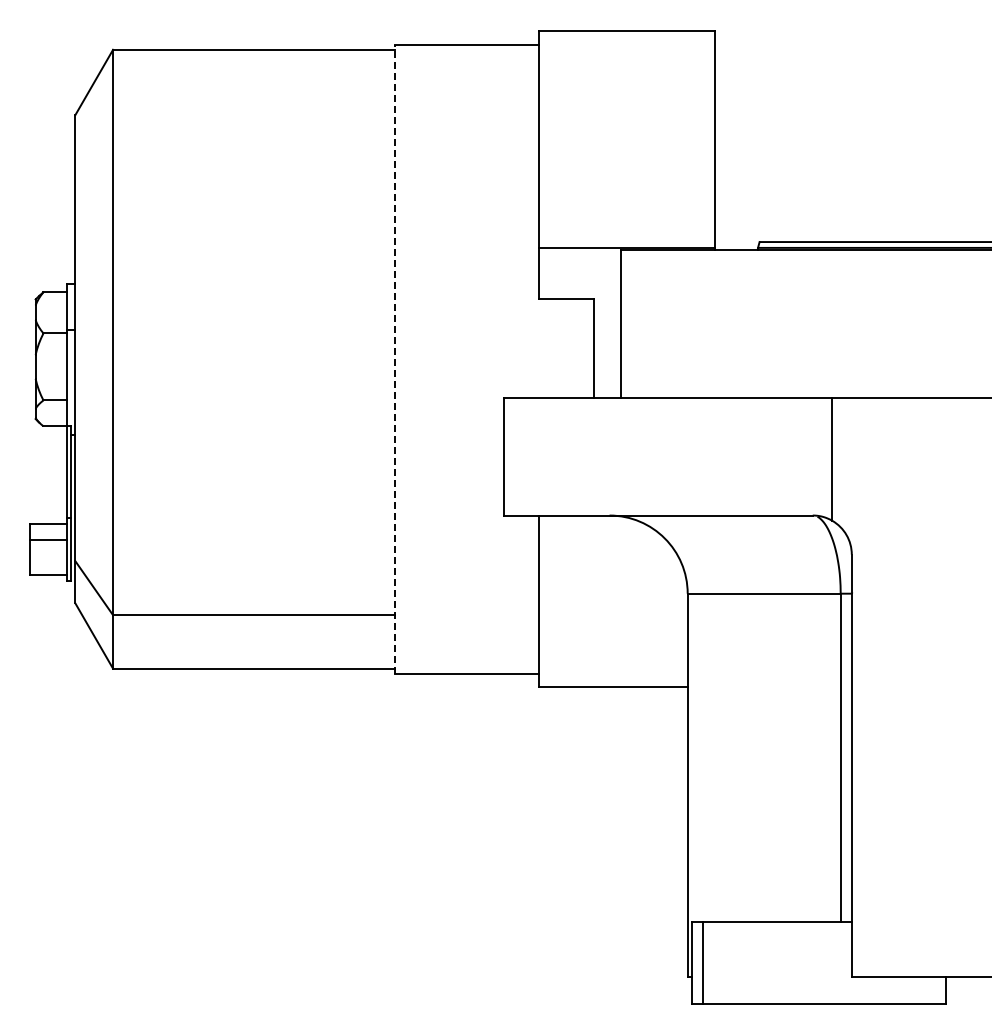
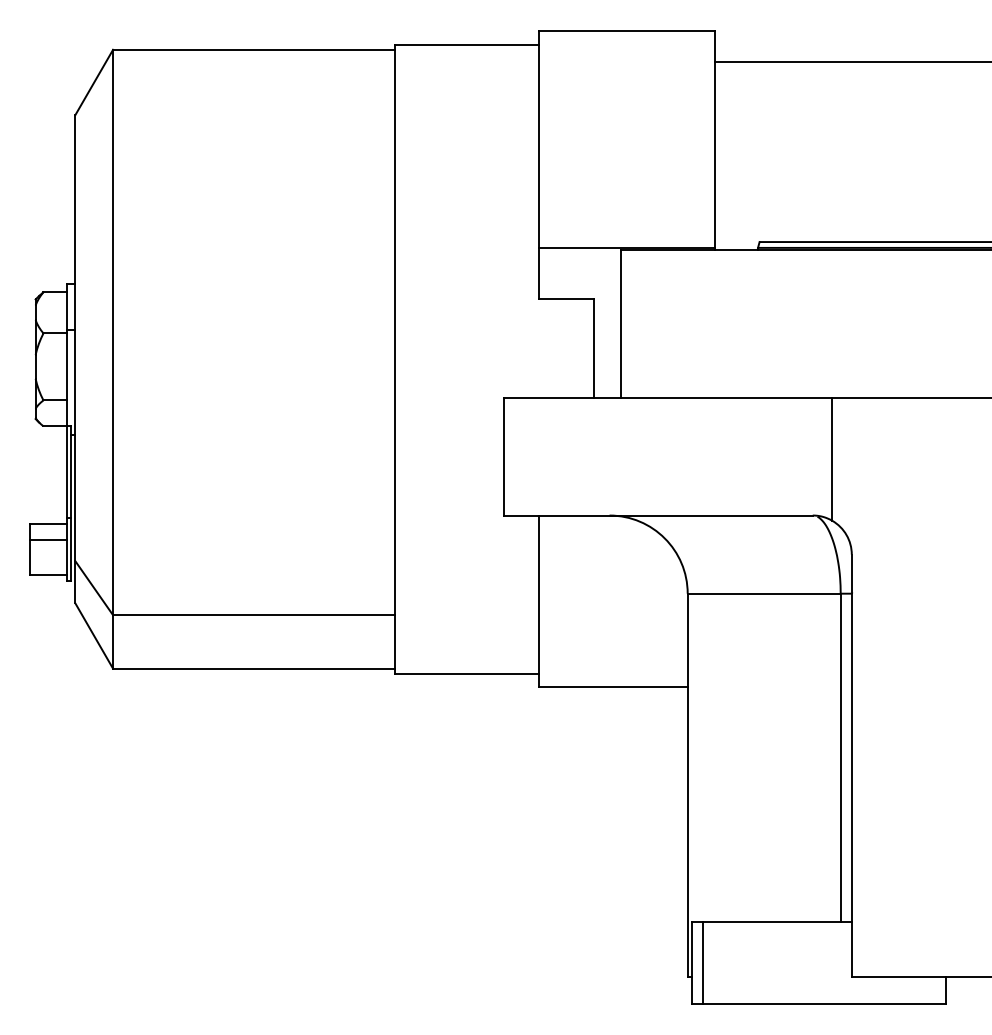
line at (851, 62): none -> present
line at (394, 359): dashed -> solid
